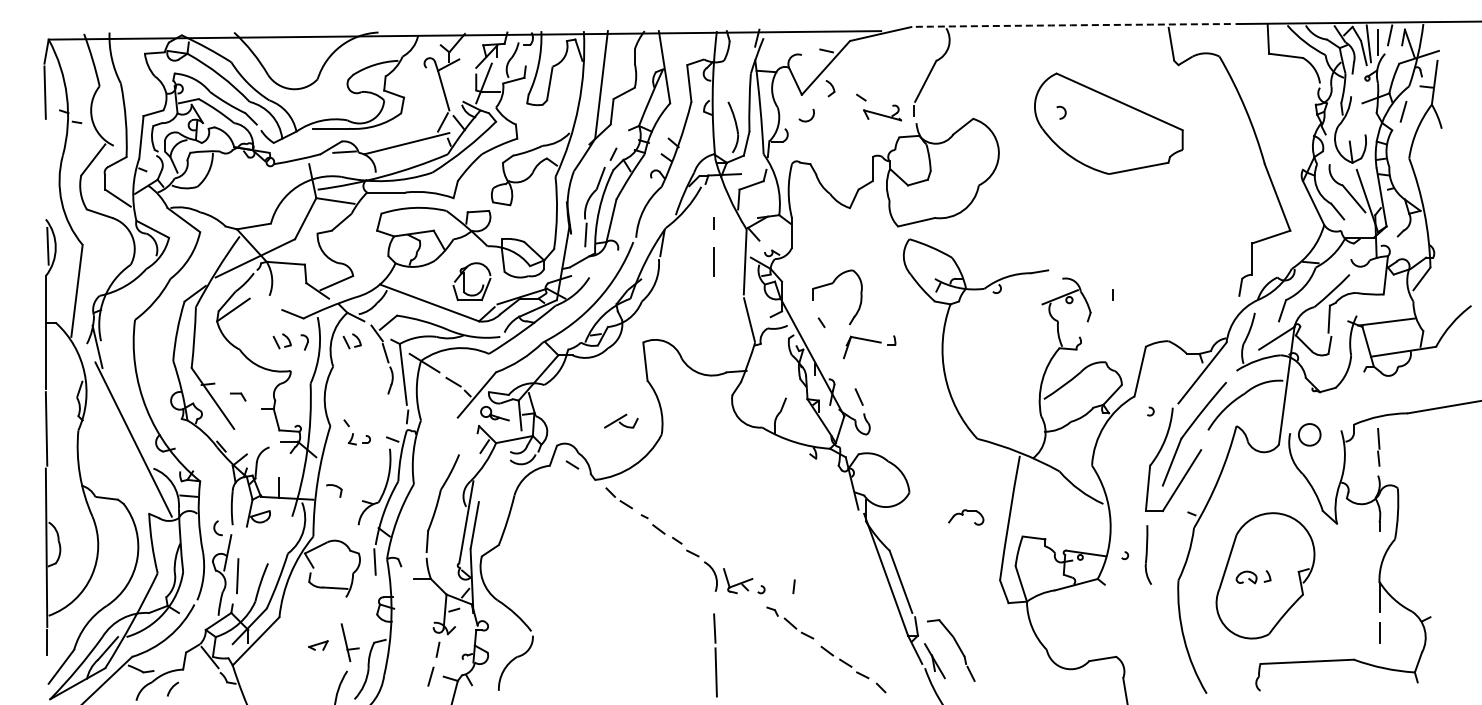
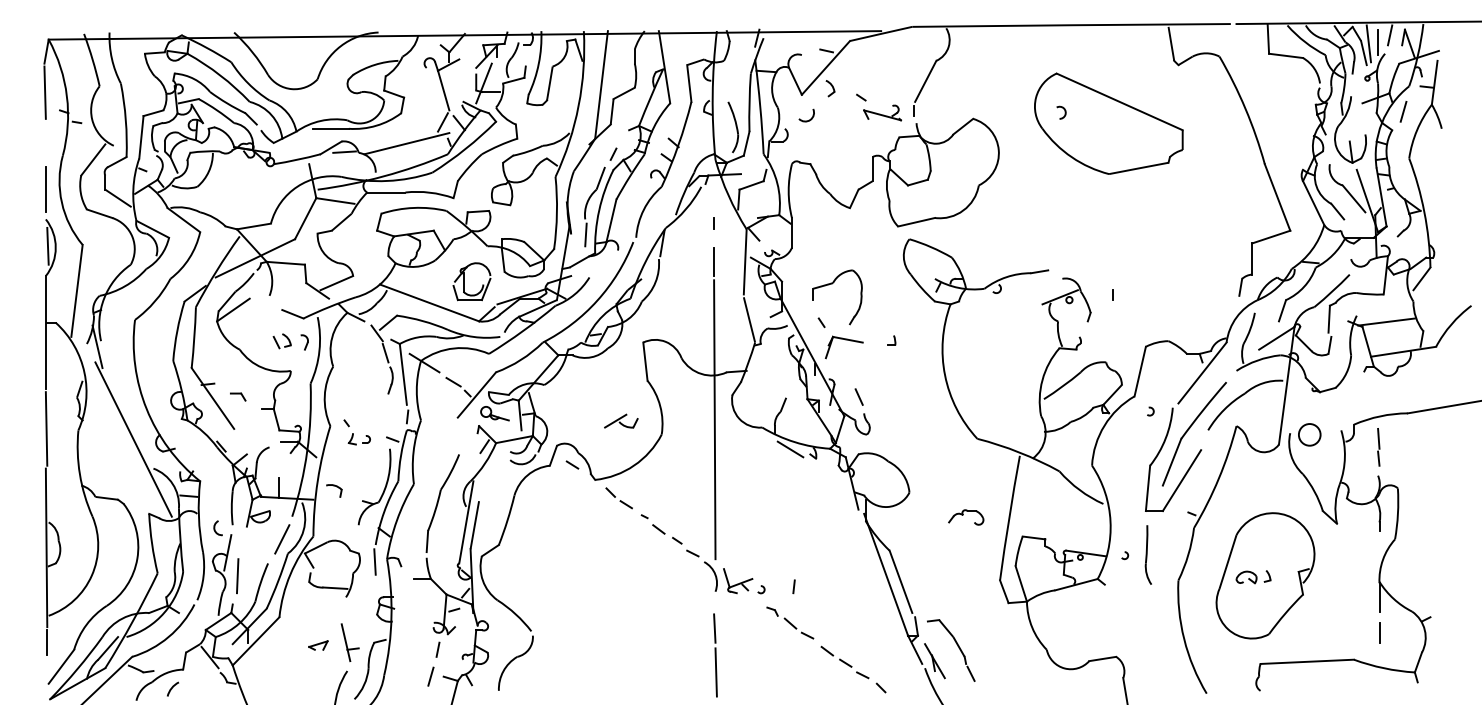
arc at (1071, 25): dashed -> solid
line at (45, 189): none -> present
part at (863, 340) position: (863, 340) -> (845, 340)
part at (351, 341): present -> none
line at (714, 419): none -> present
line at (790, 449): none -> present
line at (282, 539): none -> present
